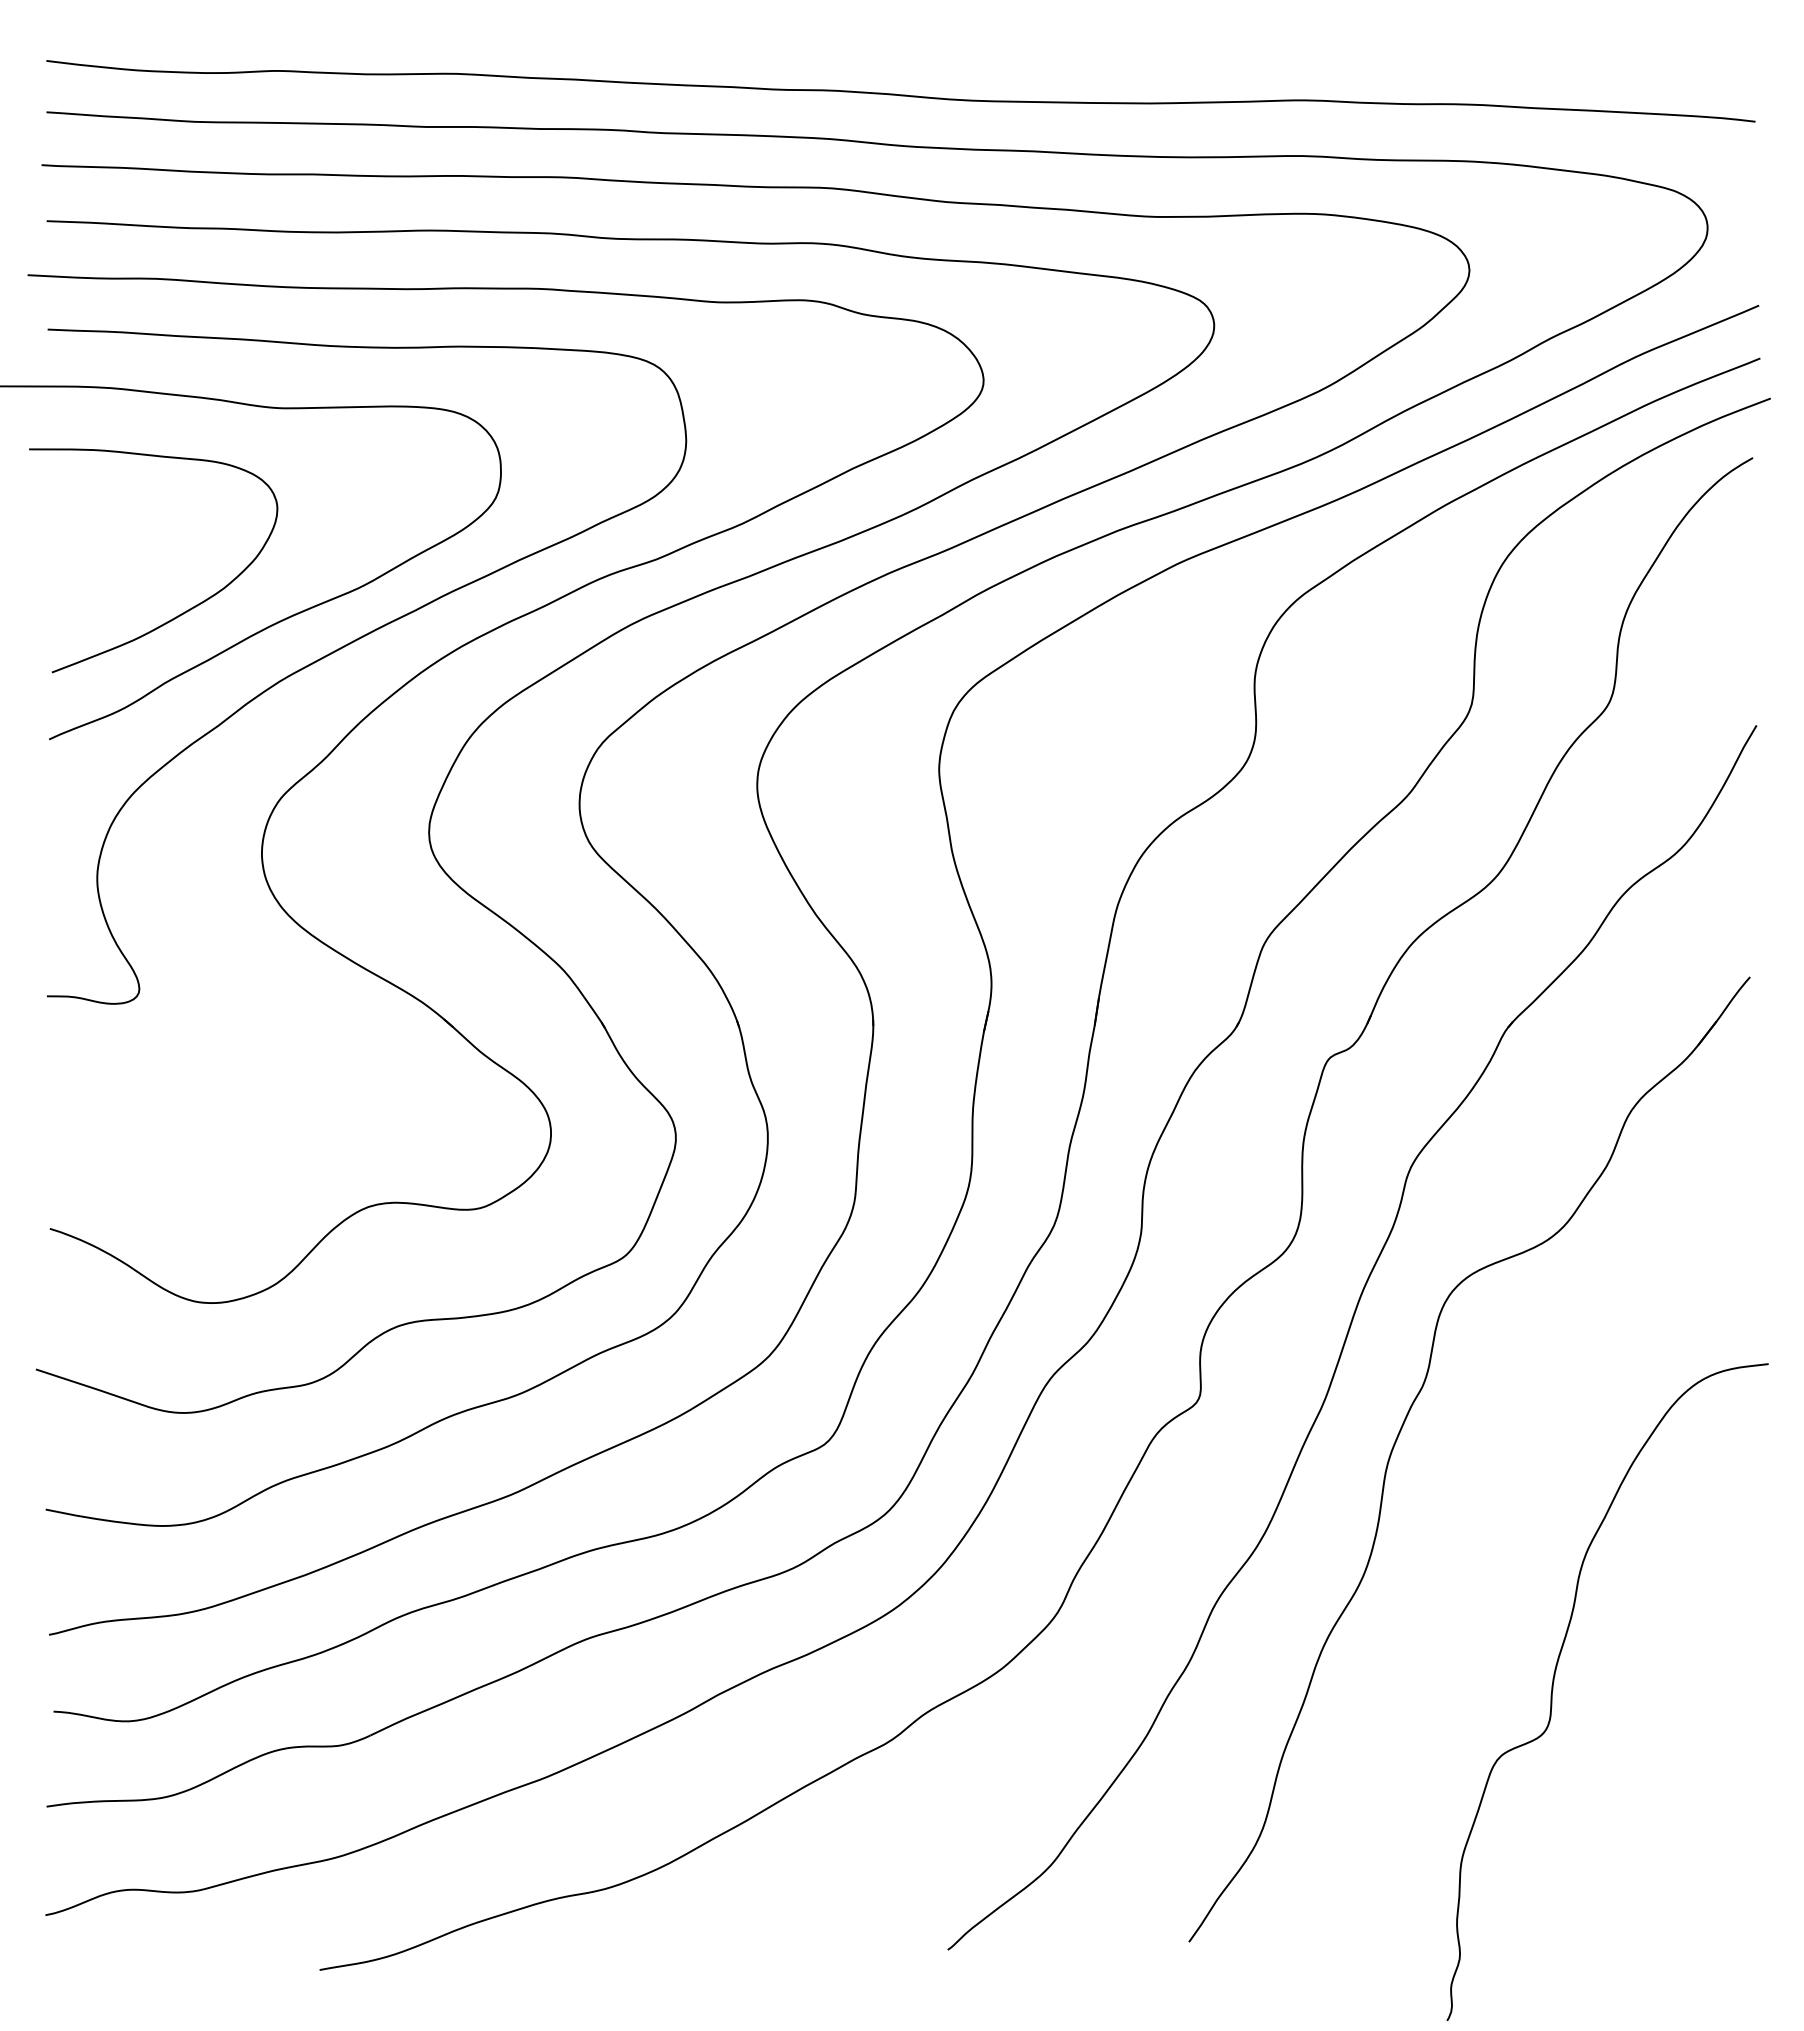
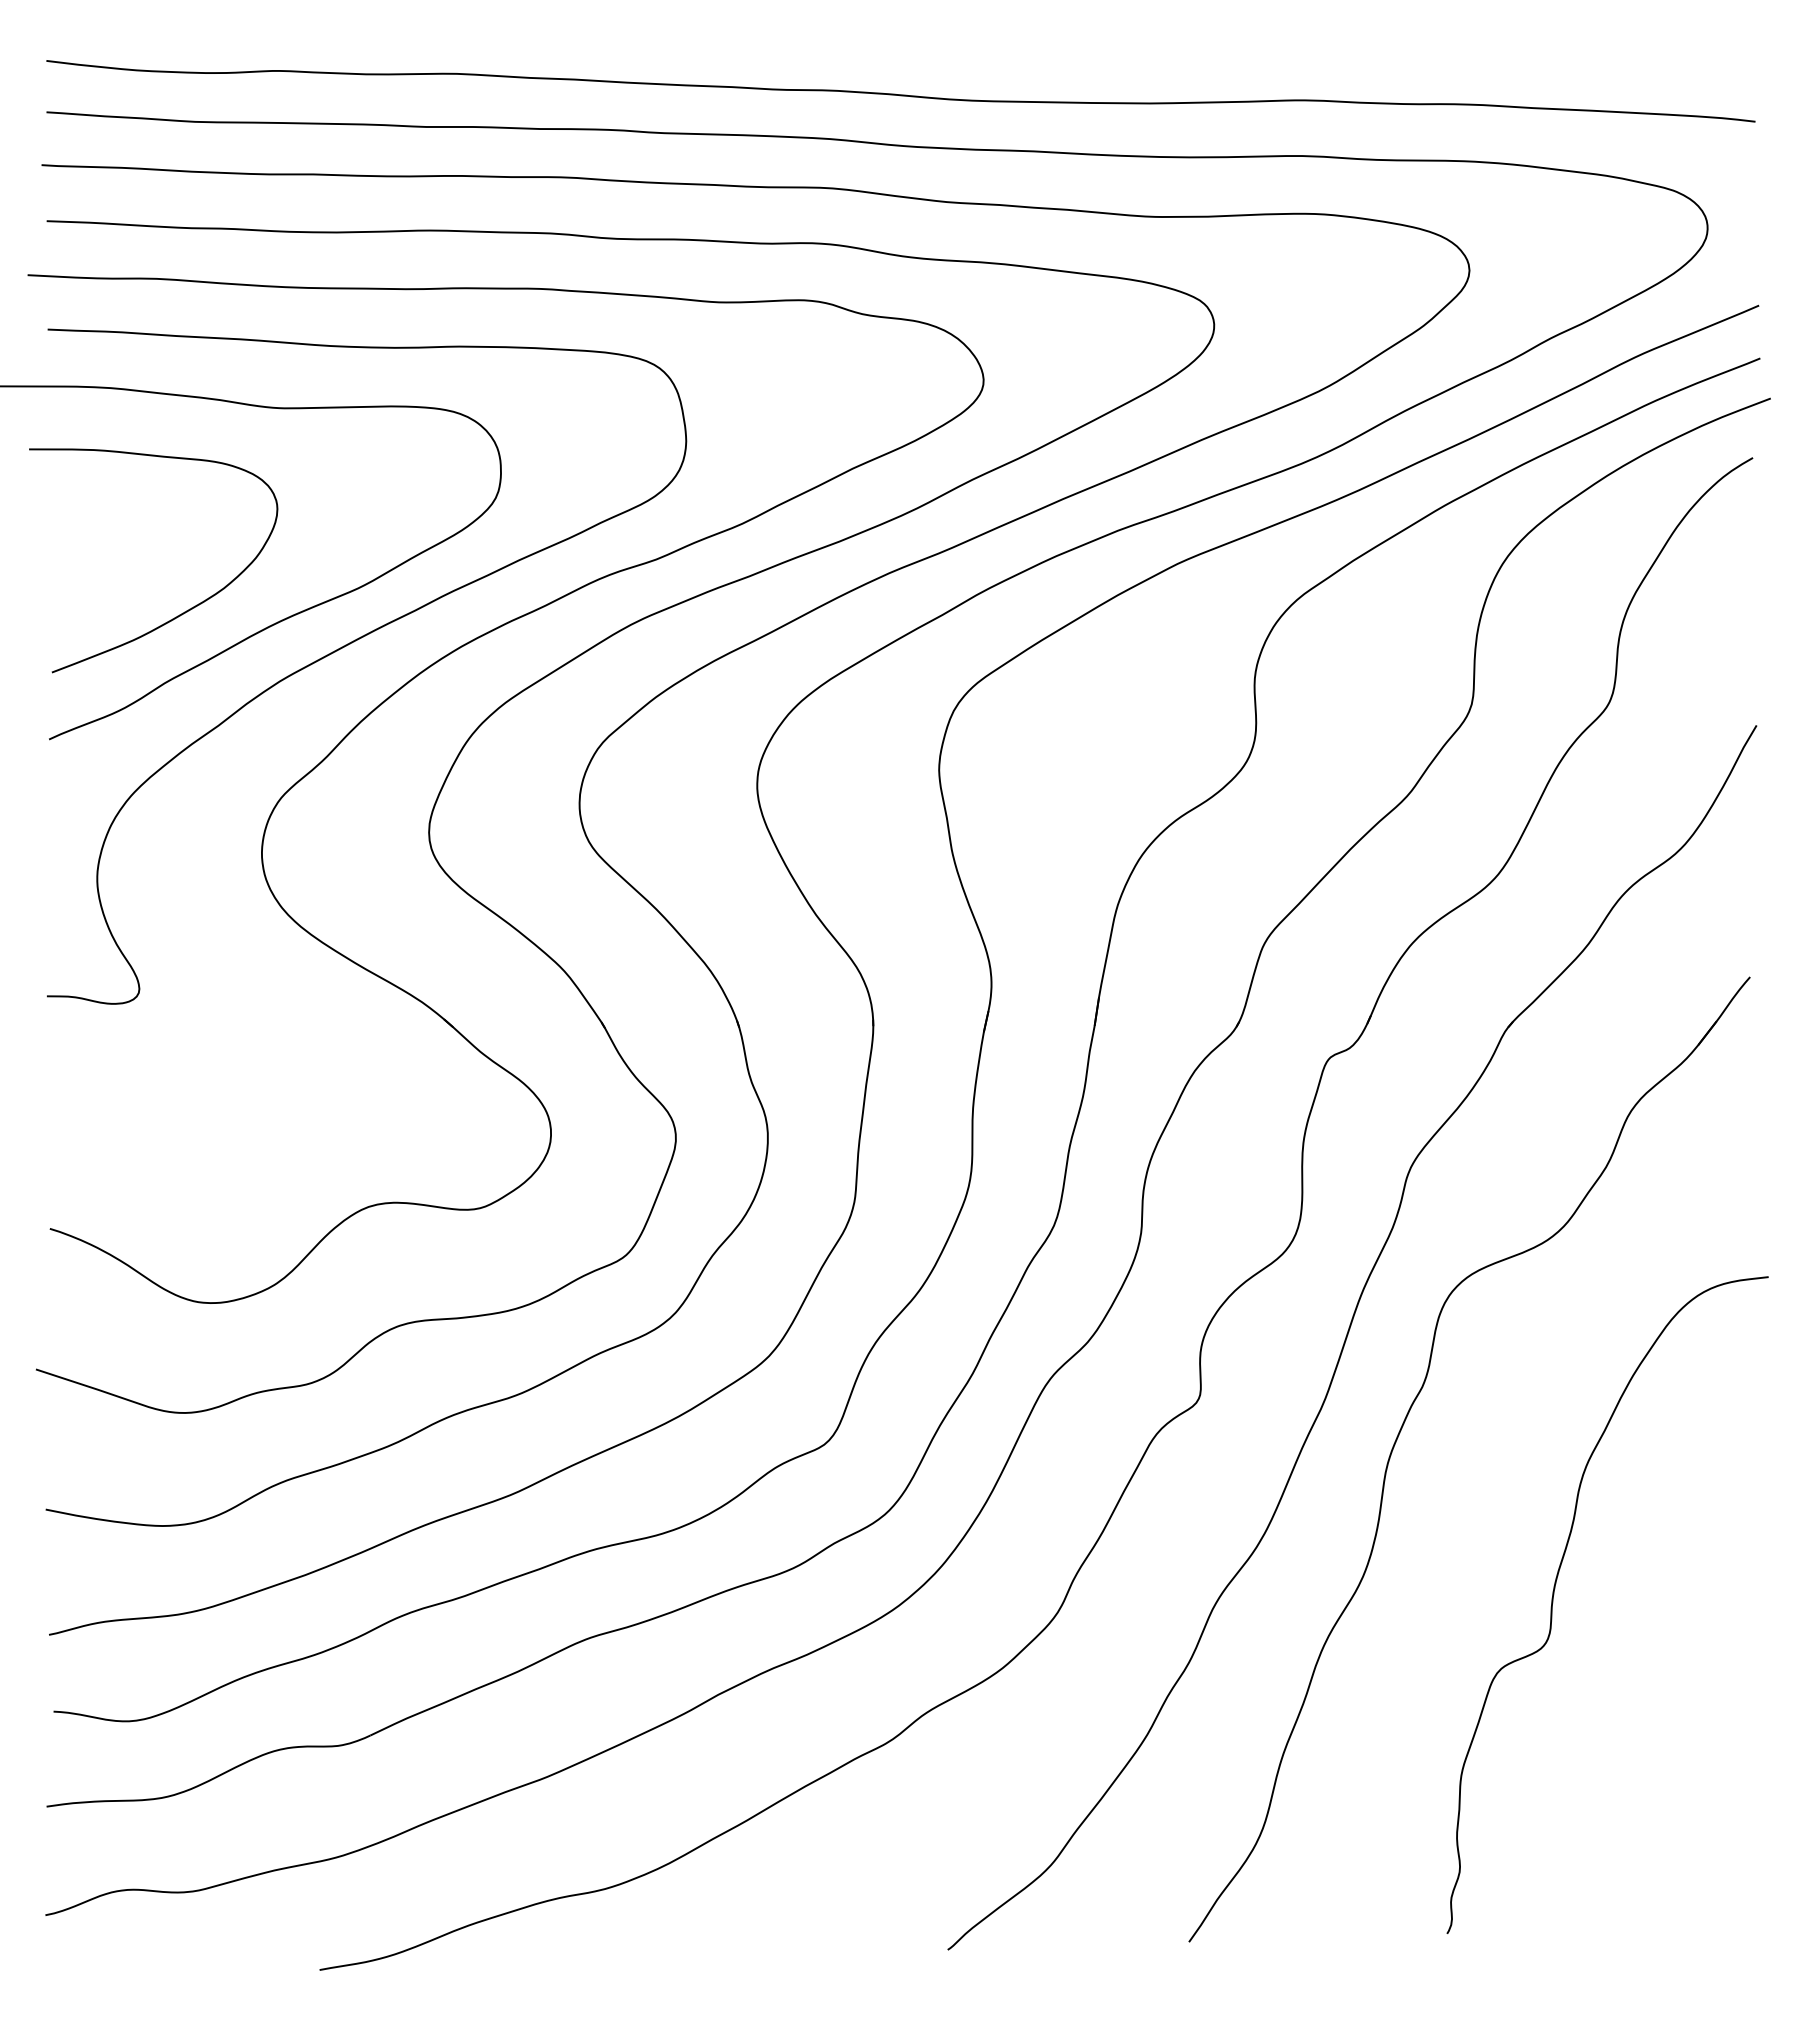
curve at (1554, 1681) position: (1554, 1681) -> (1554, 1594)
